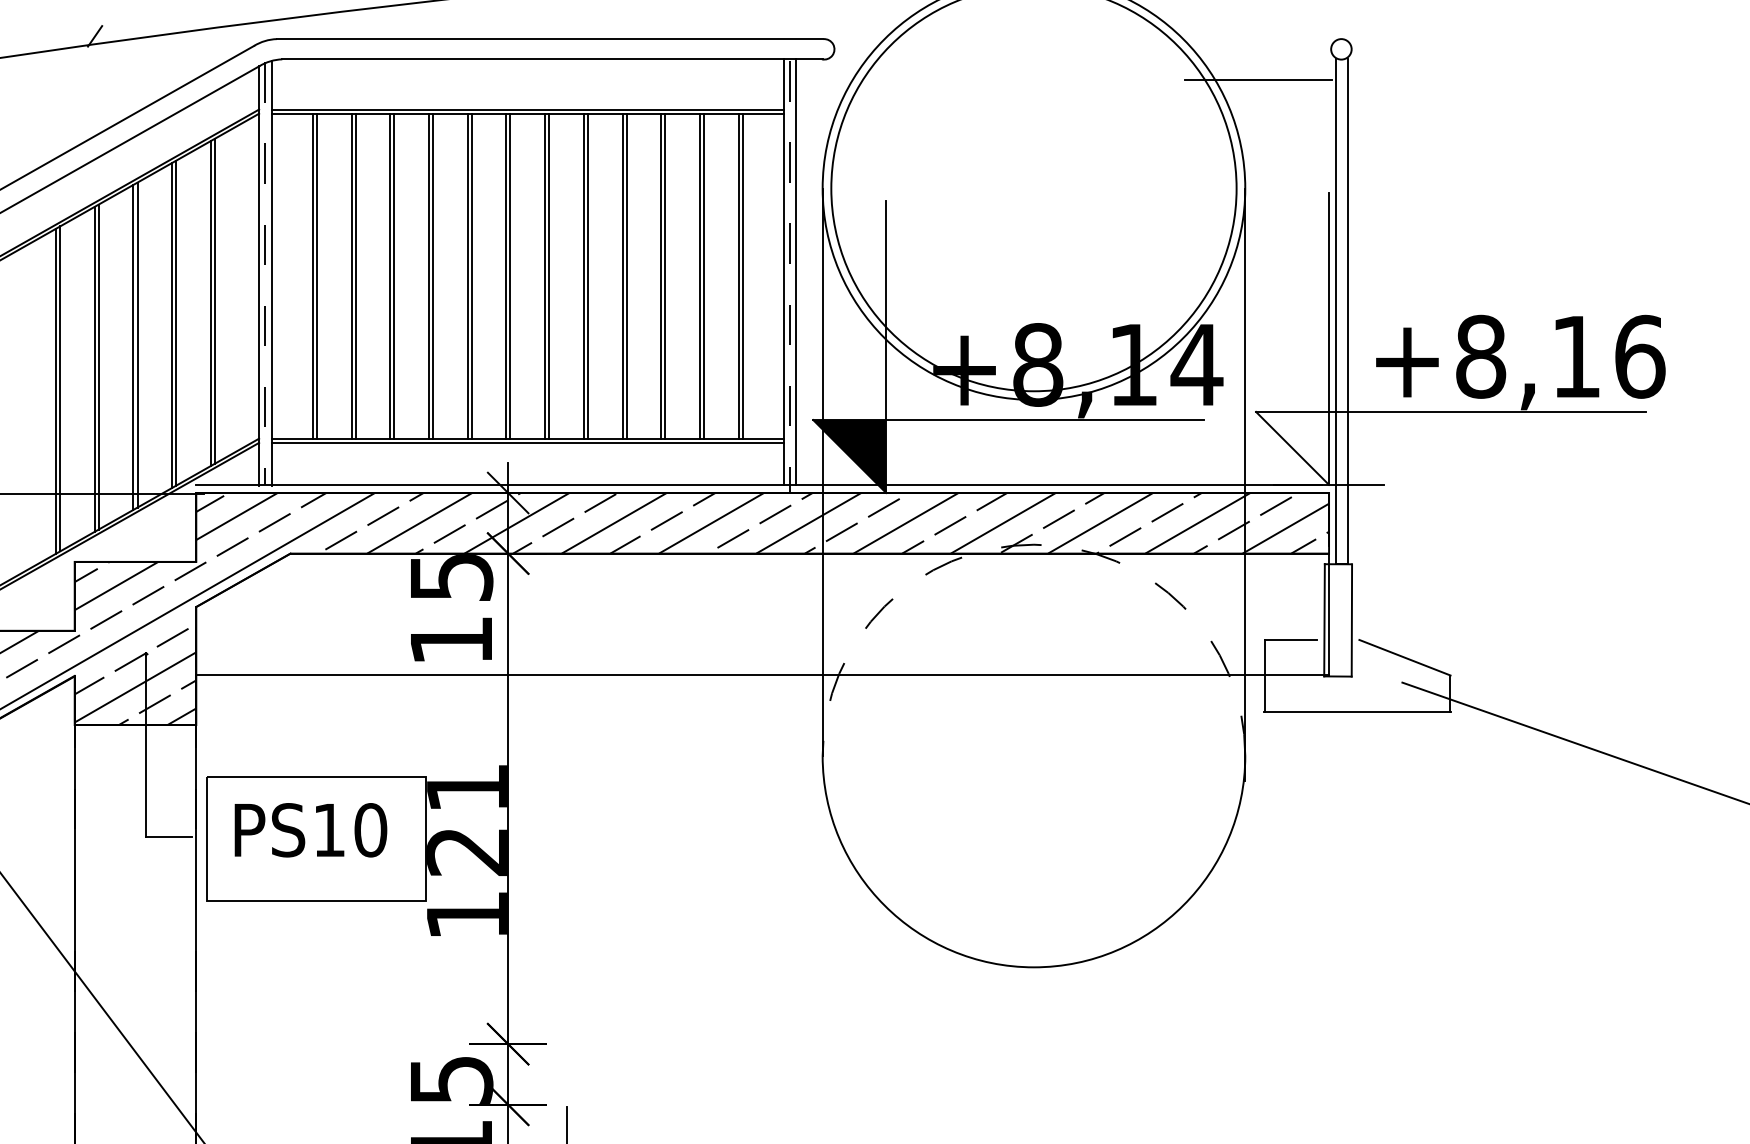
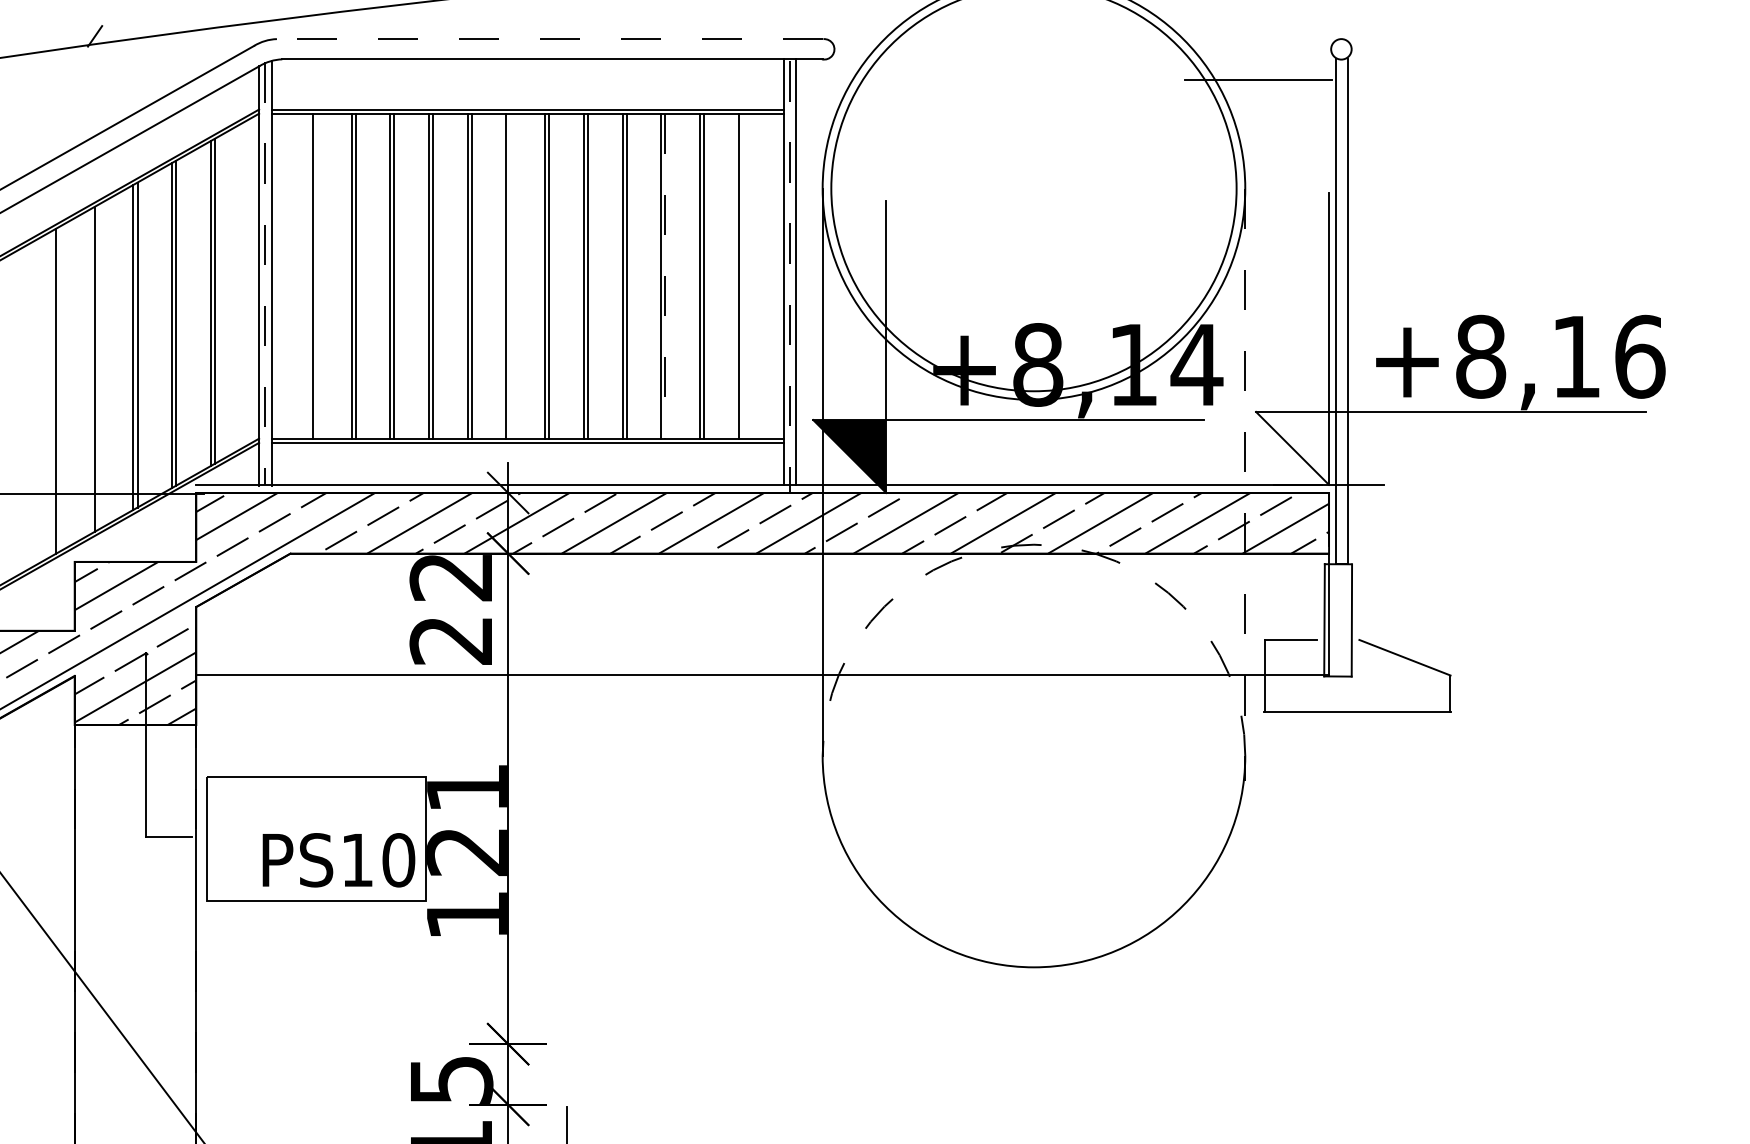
line at (549, 39): solid -> dashed
line at (316, 275): present -> none
line at (510, 275): present -> none
line at (742, 275): present -> none
line at (665, 276): solid -> dashed
line at (98, 366): present -> none
line at (60, 388): present -> none
line at (1245, 484): solid -> dashed
text at (451, 609): 15 -> 22
line at (1574, 742): present -> none
text at (310, 830) position: (310, 830) -> (338, 860)
